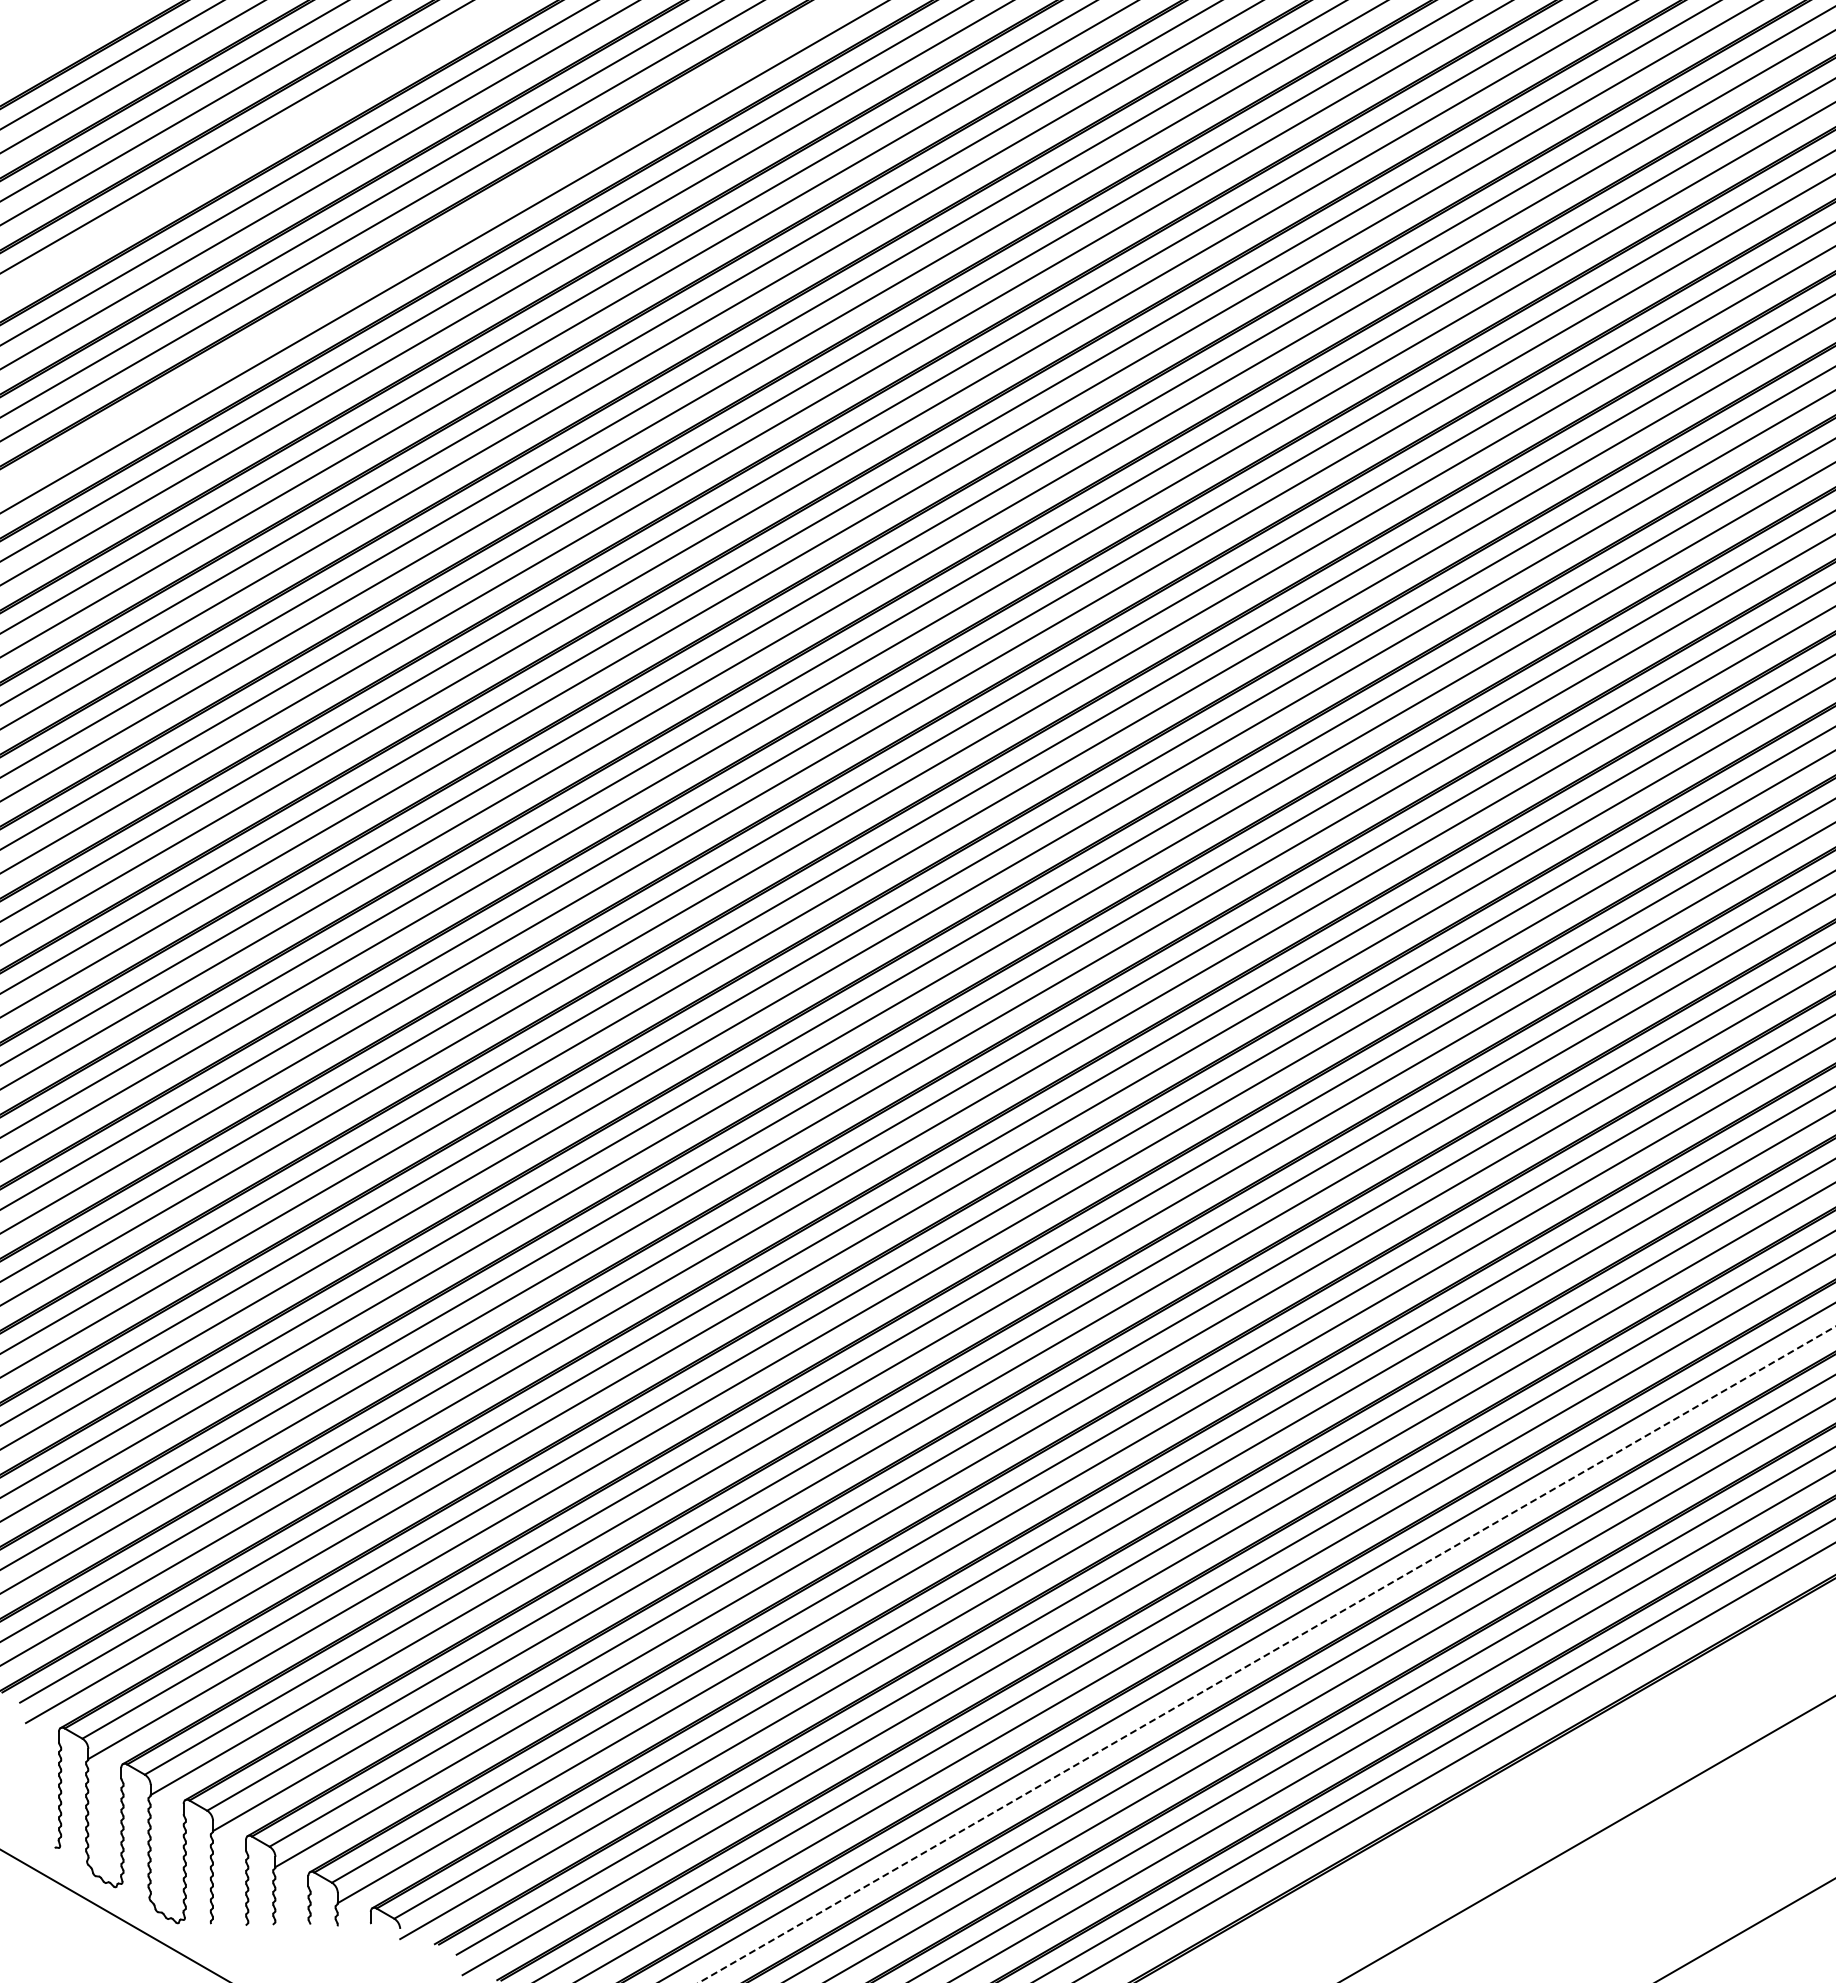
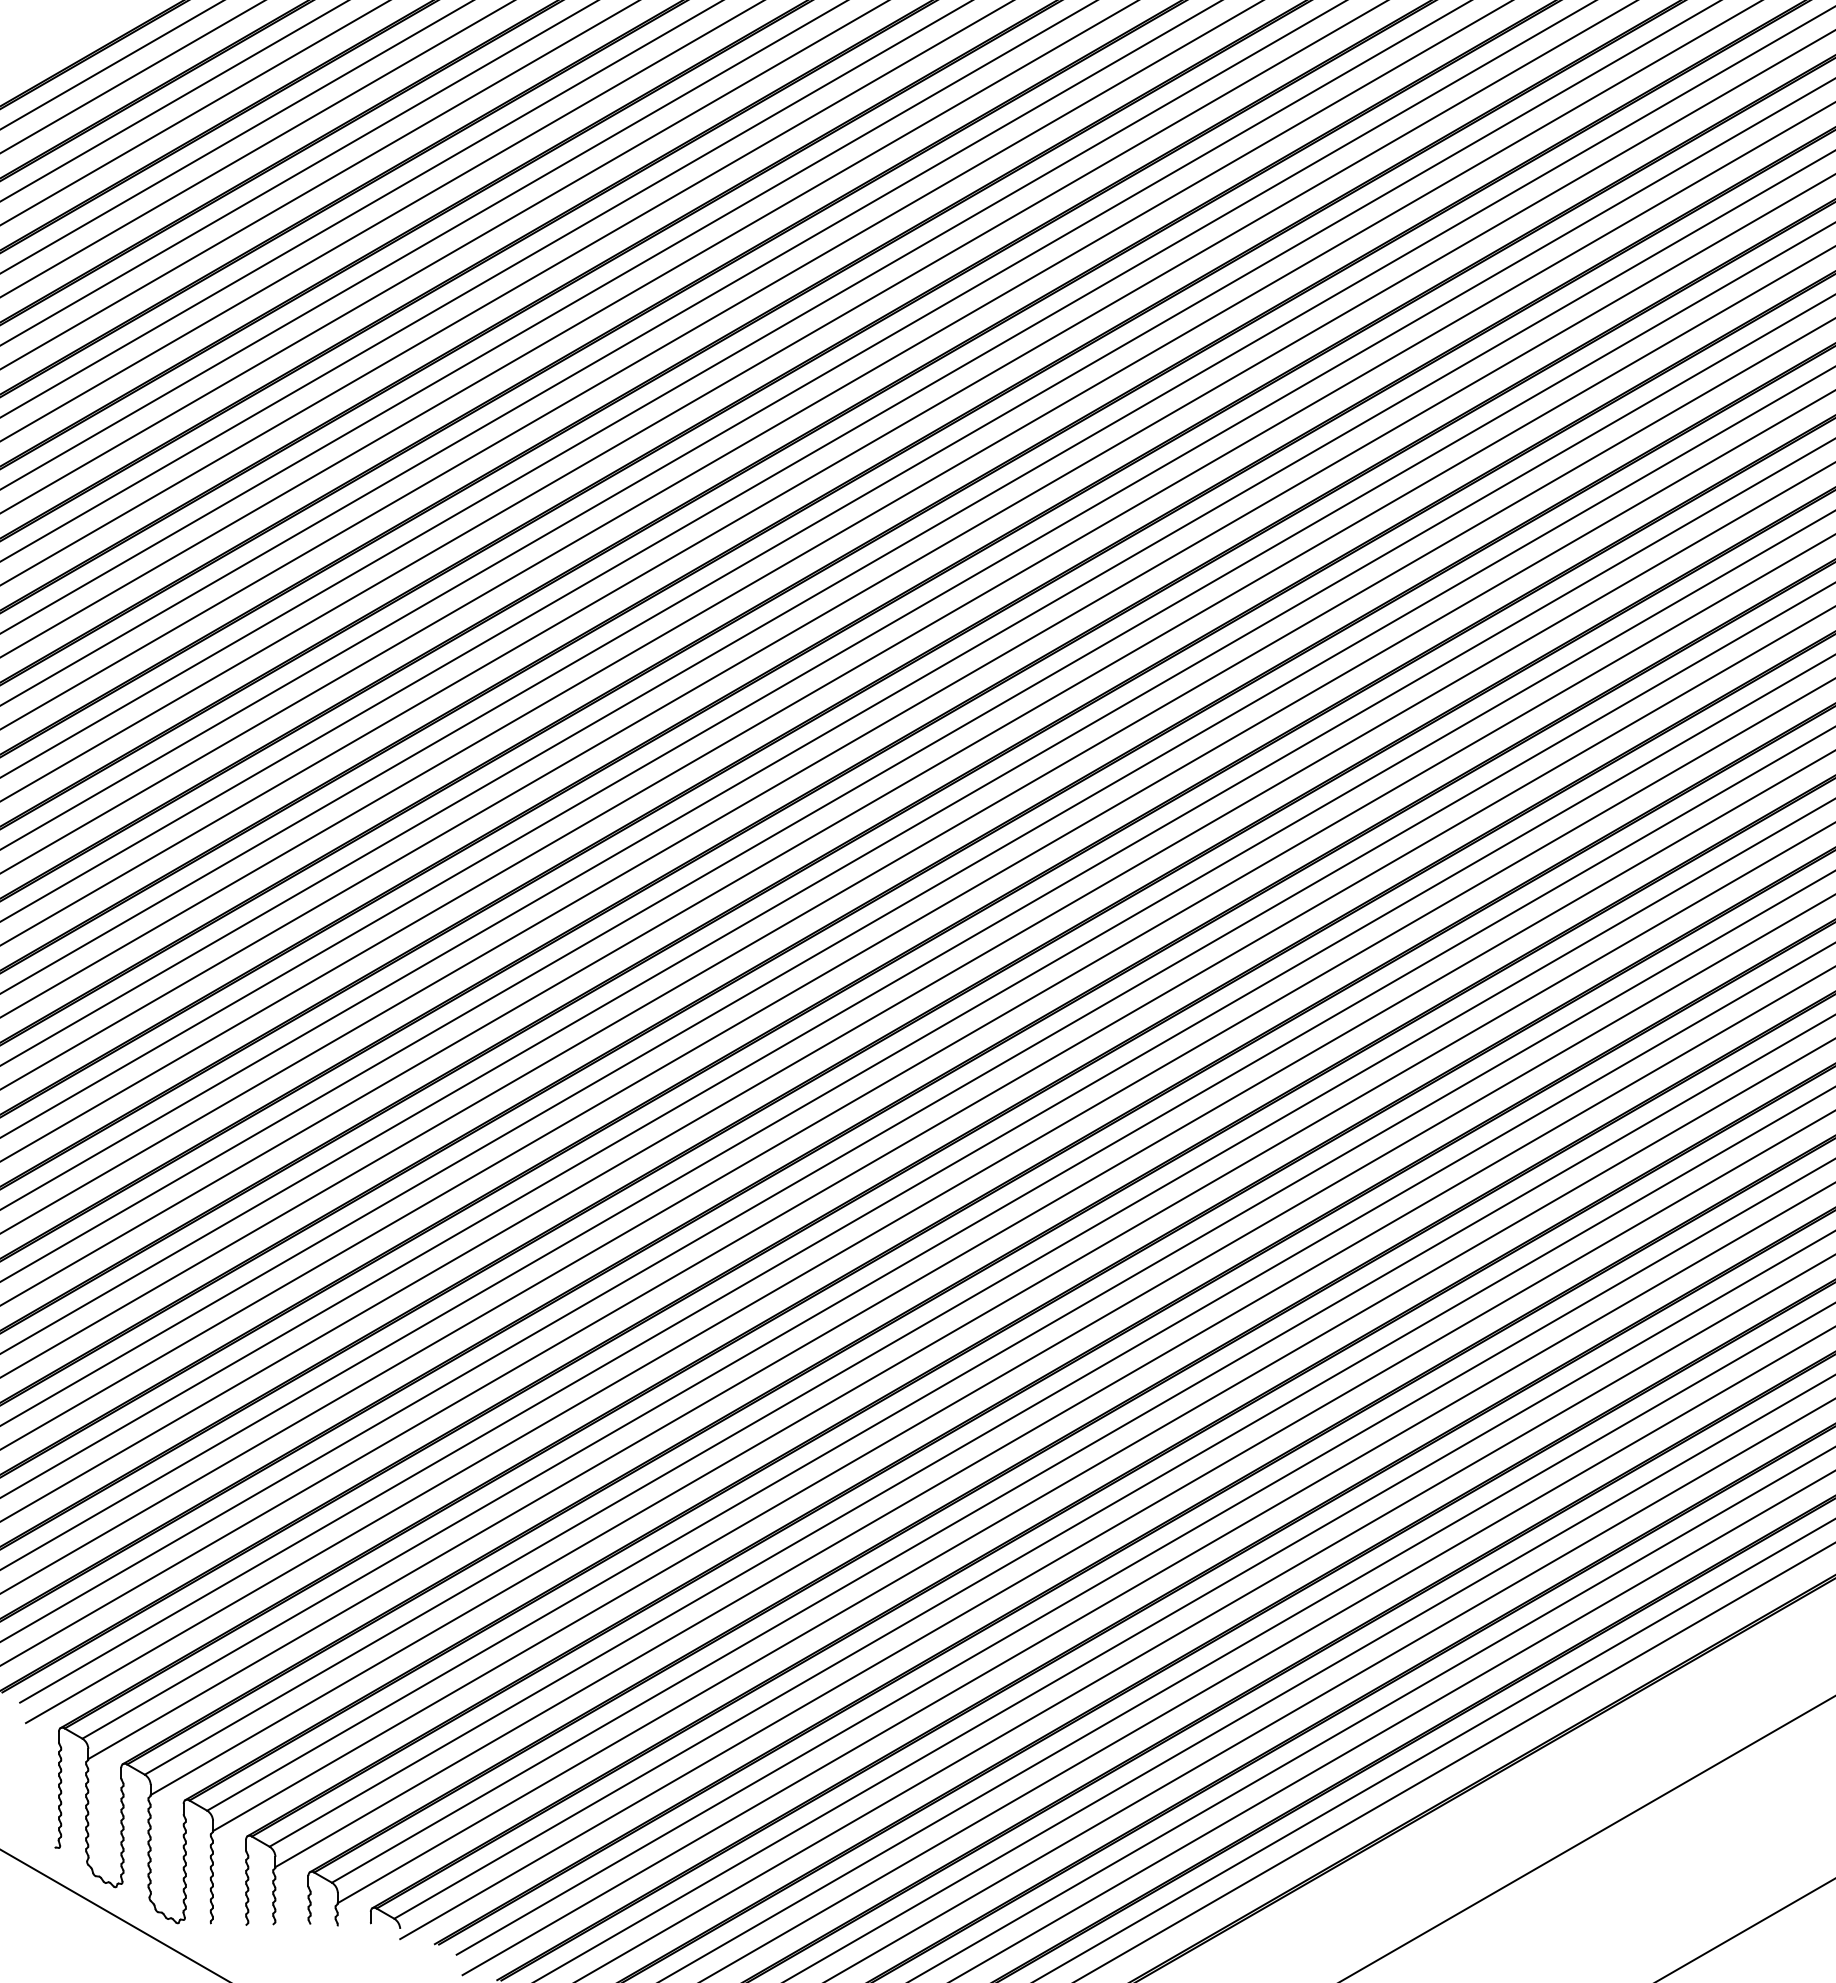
line at (256, 149): none -> present
line at (423, 245): none -> present
line at (1267, 1654): dashed -> solid
